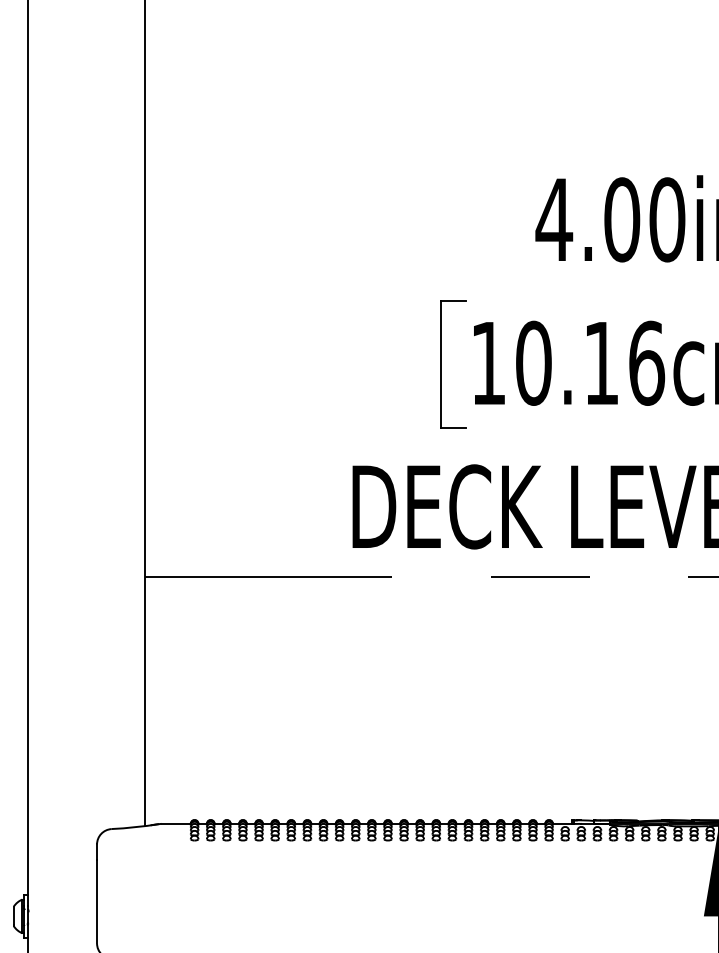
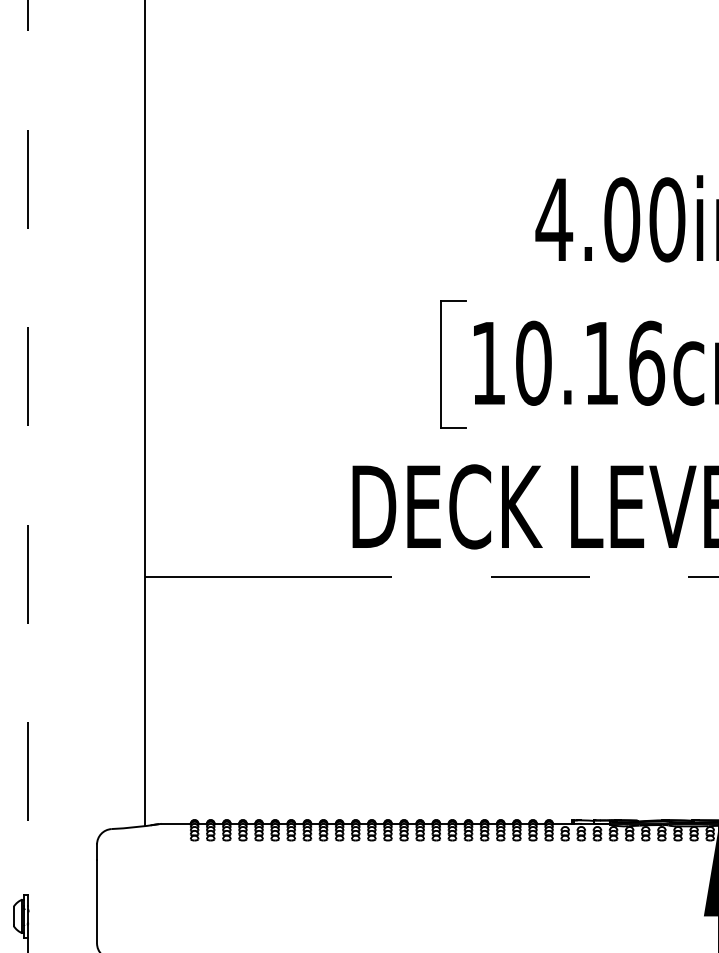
line at (28, 448): solid -> dashed
